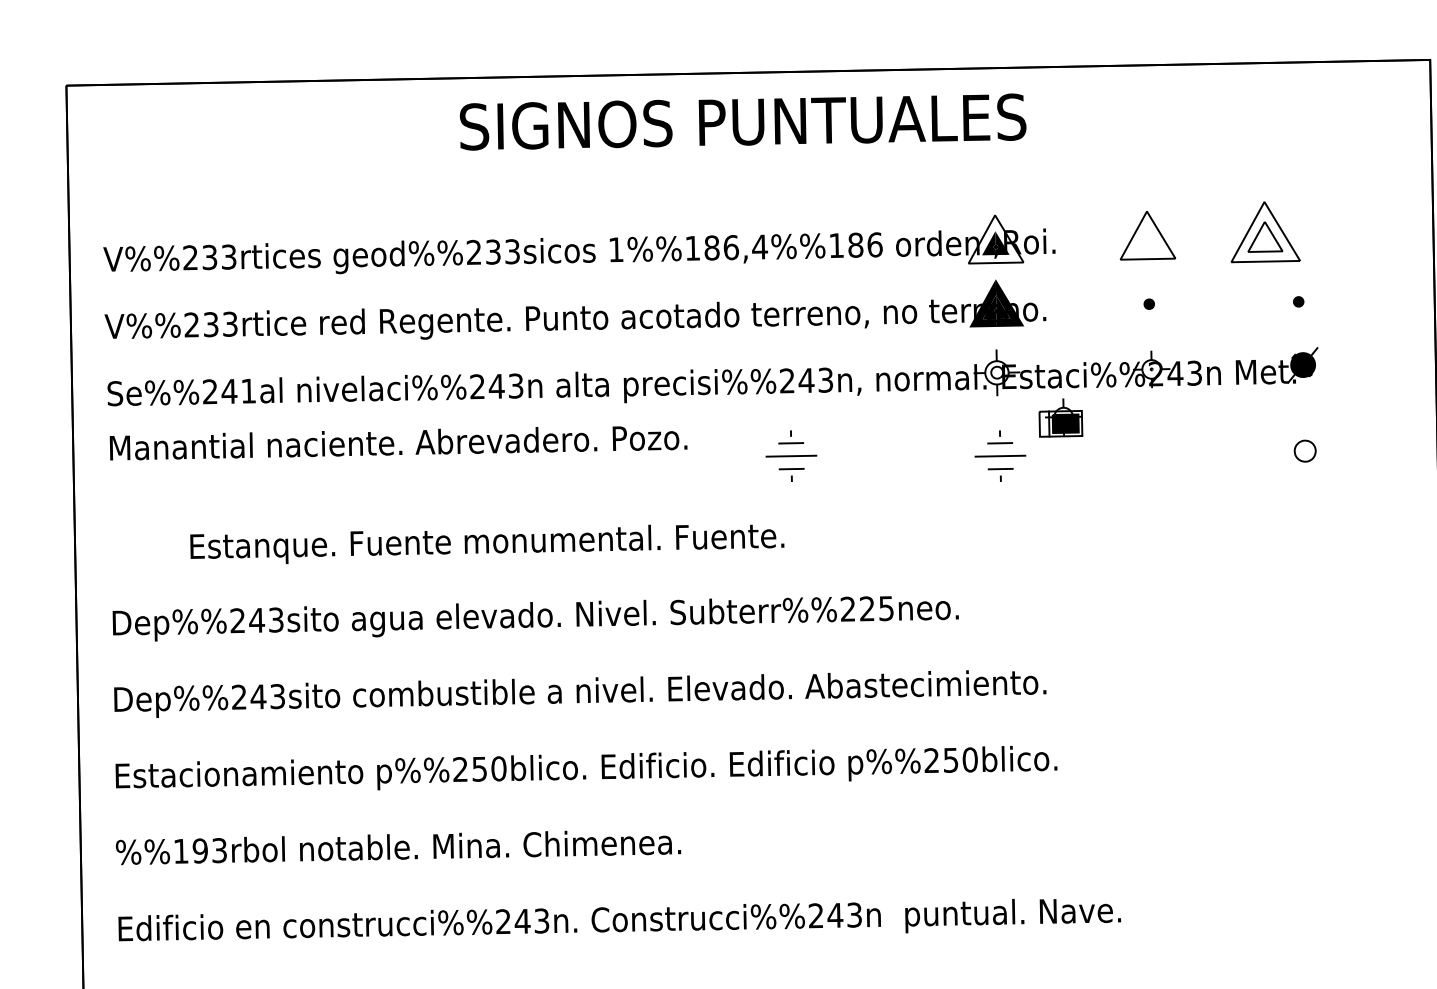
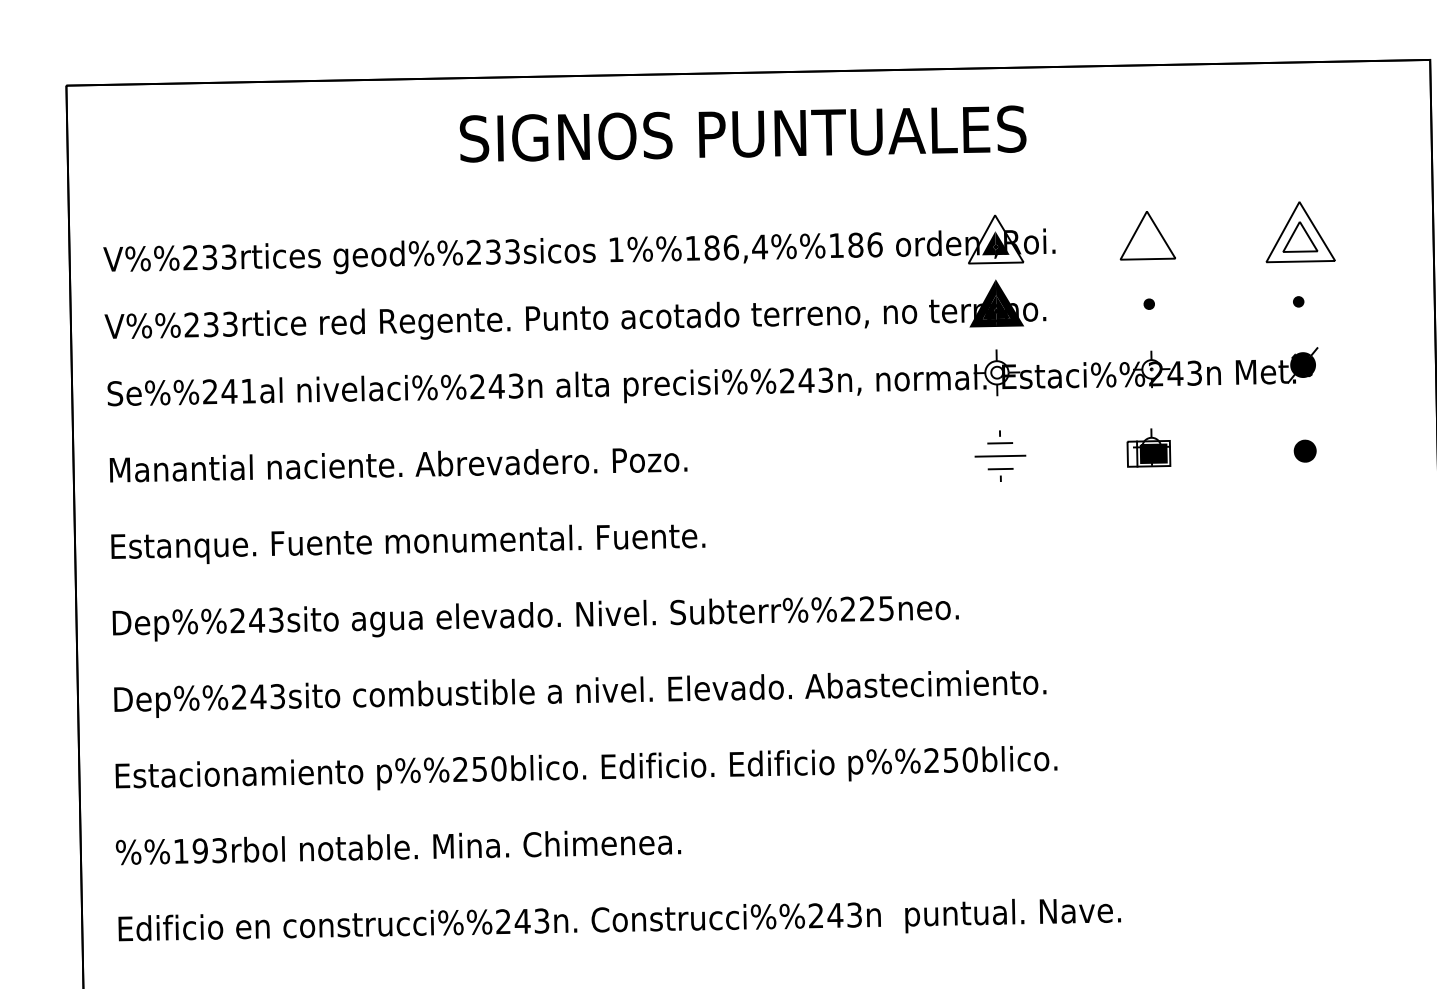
text at (742, 121) position: (742, 121) -> (742, 133)
part at (1265, 232) position: (1265, 232) -> (1300, 232)
part at (1060, 417) position: (1060, 417) -> (1148, 447)
text at (398, 443) position: (398, 443) -> (398, 465)
fill at (1304, 450): none -> present
part at (791, 455): present -> none
text at (487, 543) position: (487, 543) -> (408, 543)
